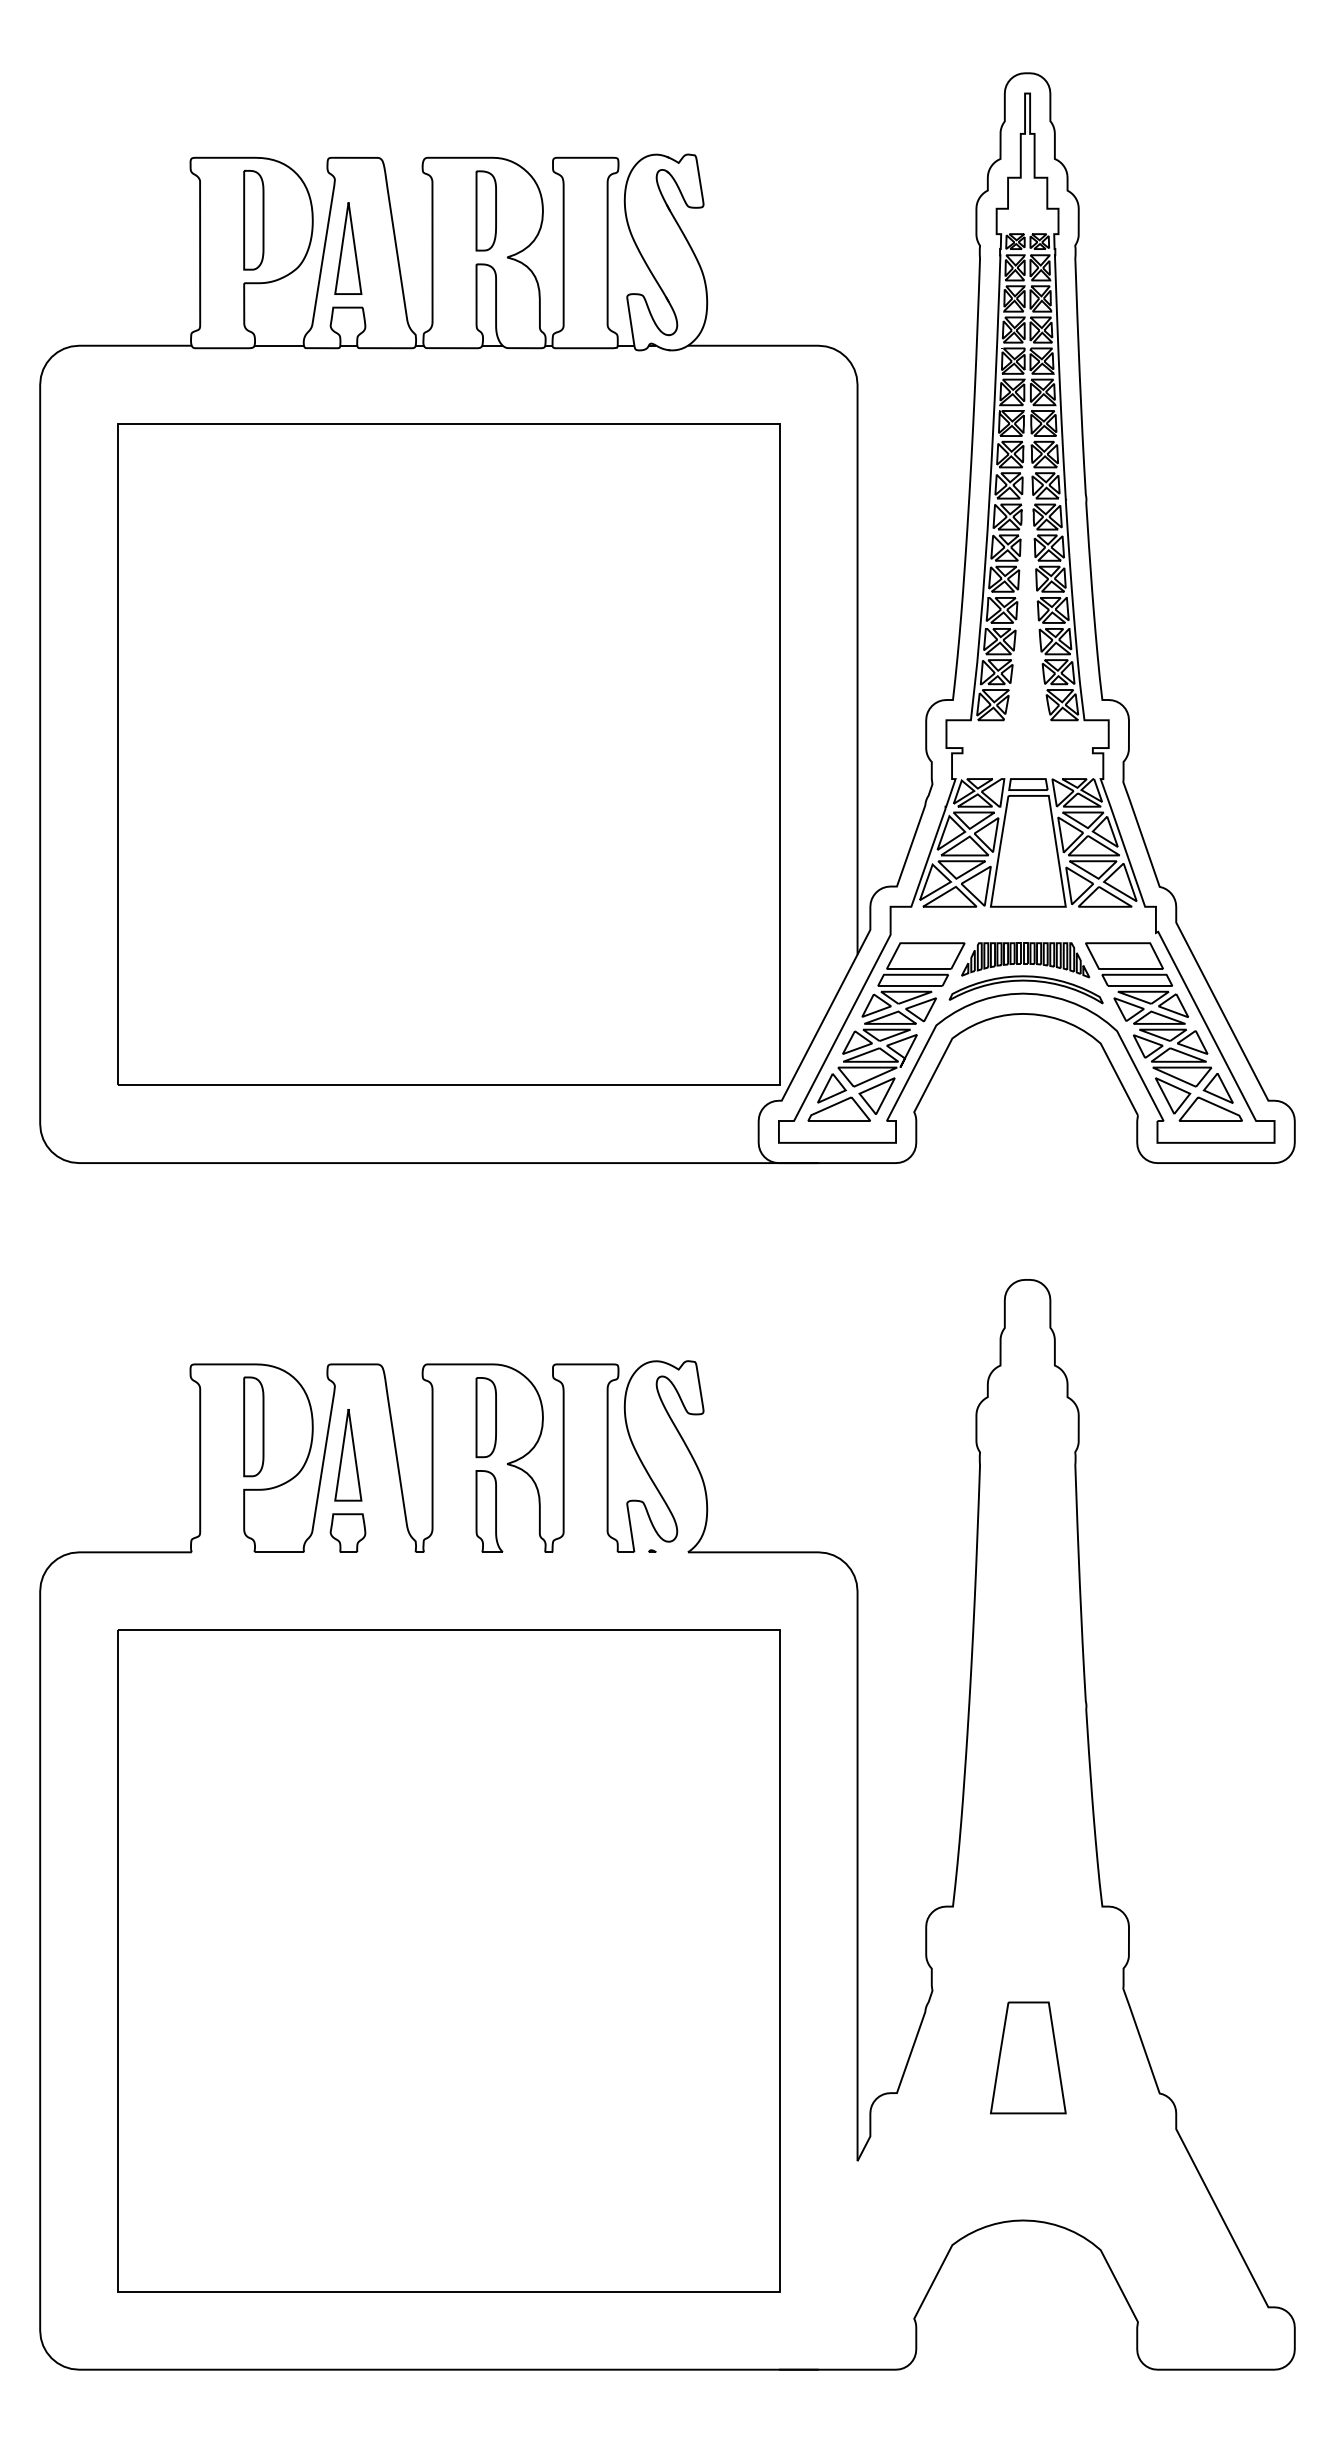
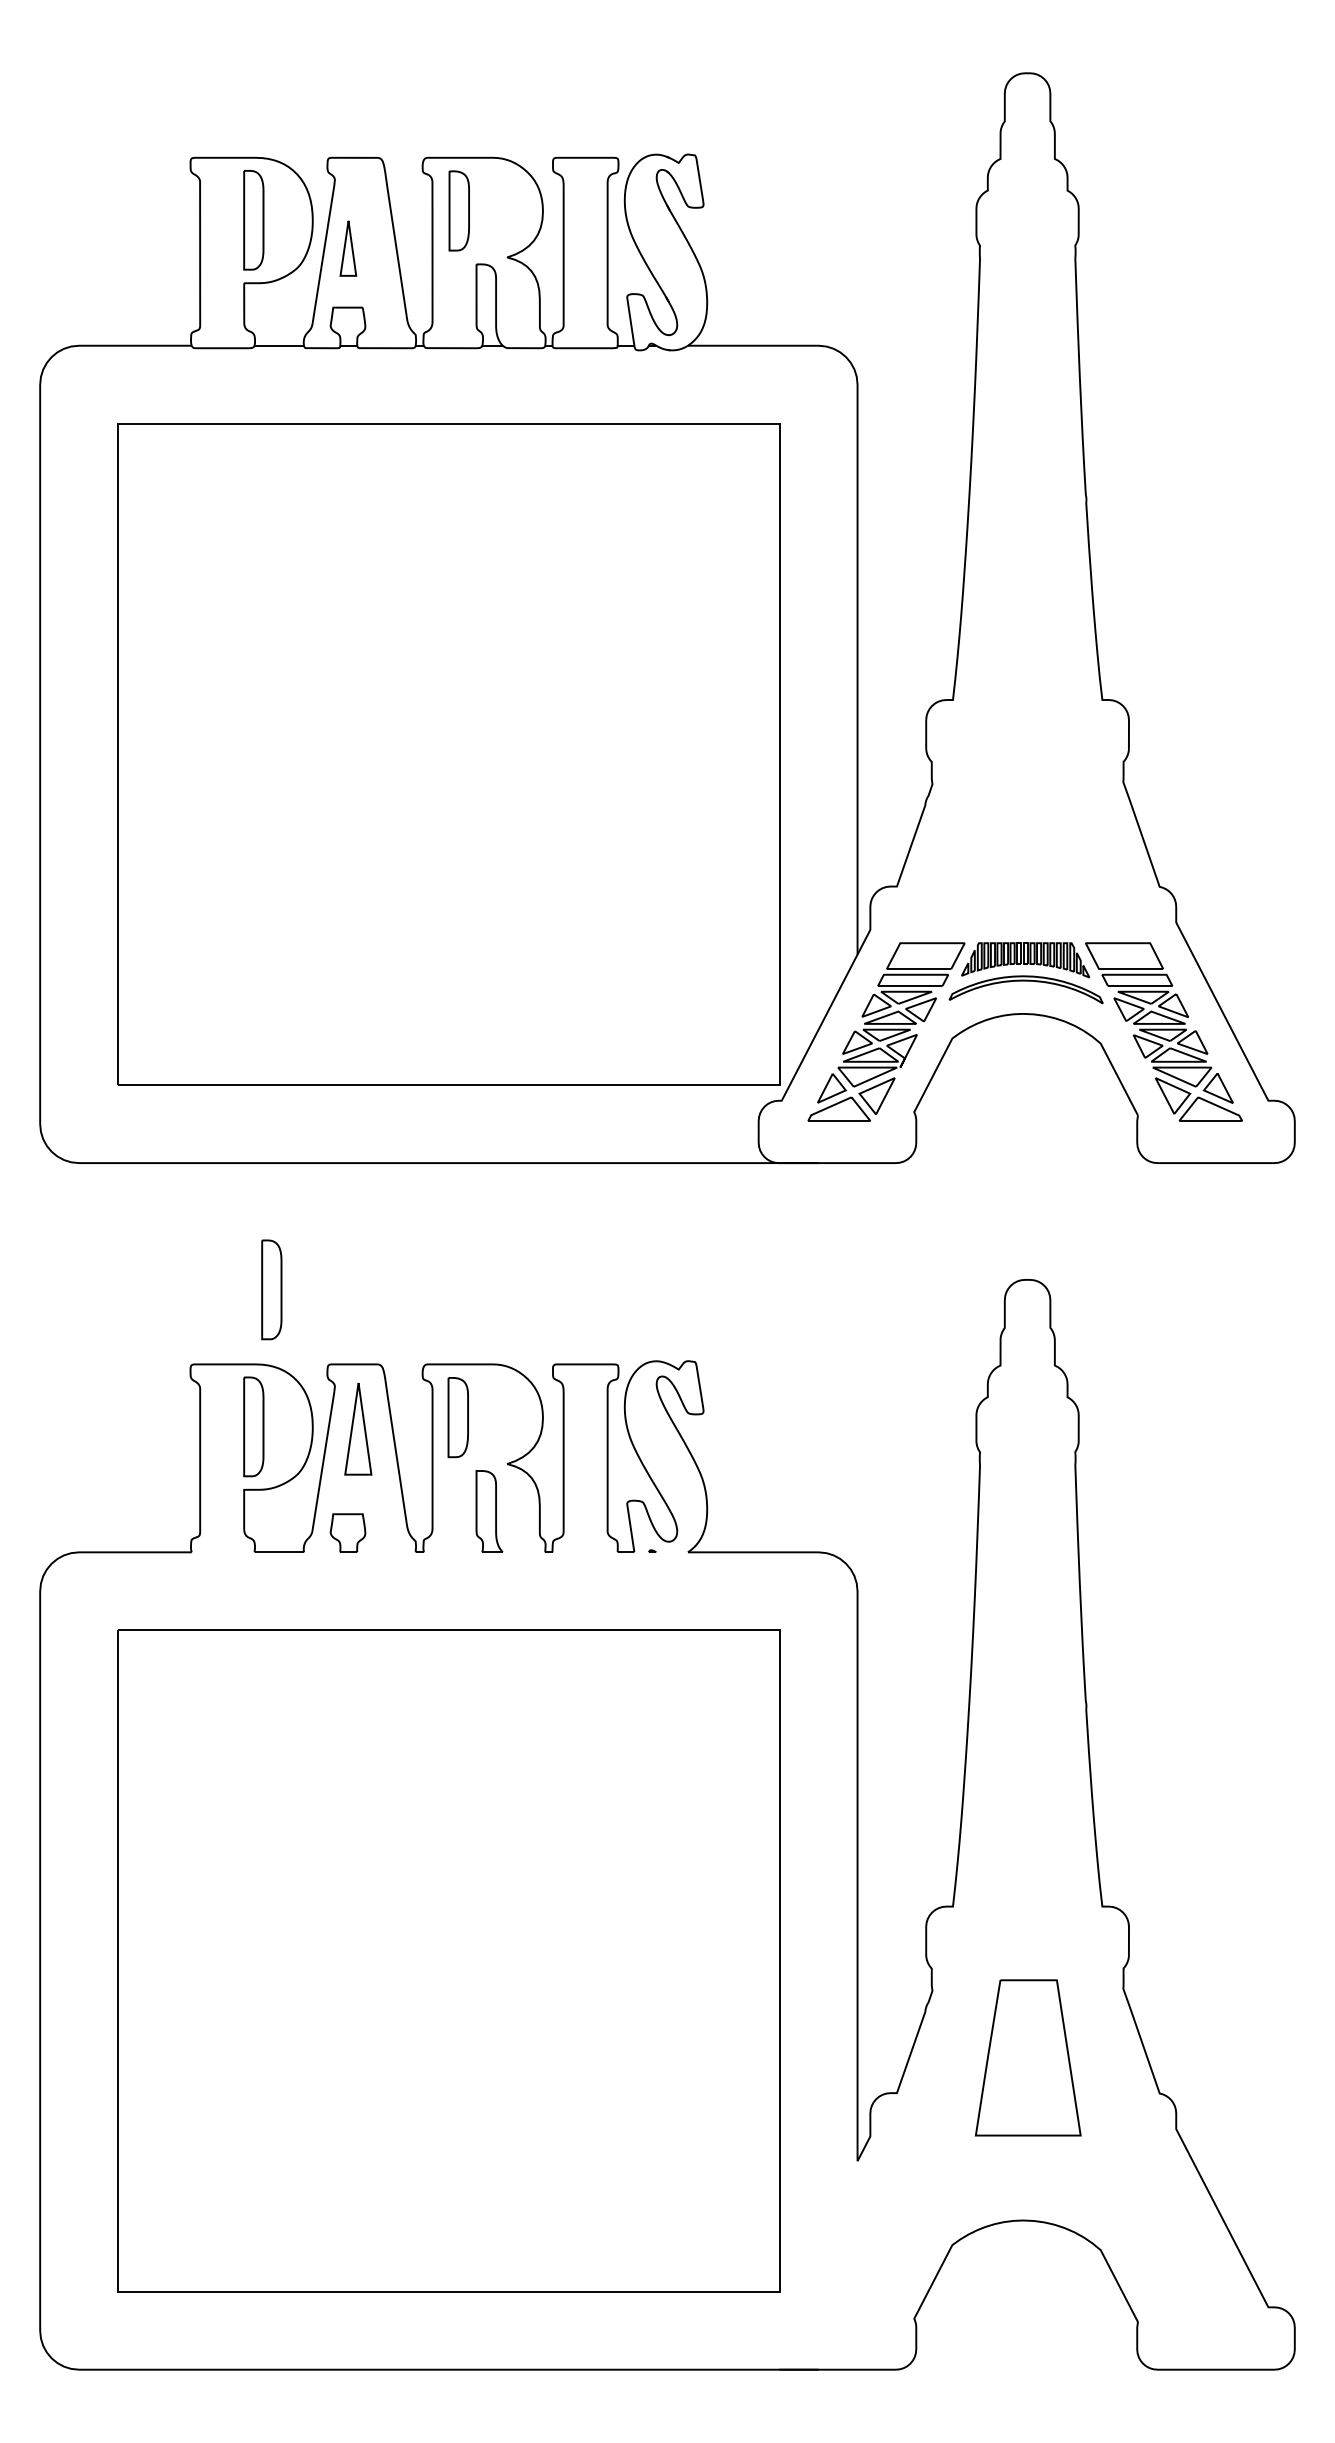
part at (485, 210) position: (485, 210) -> (458, 210)
part at (348, 248) size: 29x93 px -> 19x57 px
part at (1026, 617): present -> none
part at (271, 1289): none -> present
part at (485, 1417) position: (485, 1417) -> (457, 1417)
part at (348, 1455) position: (348, 1455) -> (358, 1429)
part at (1028, 2057) size: 77x114 px -> 107x158 px
